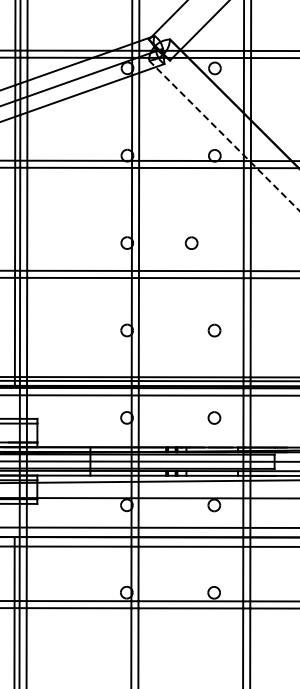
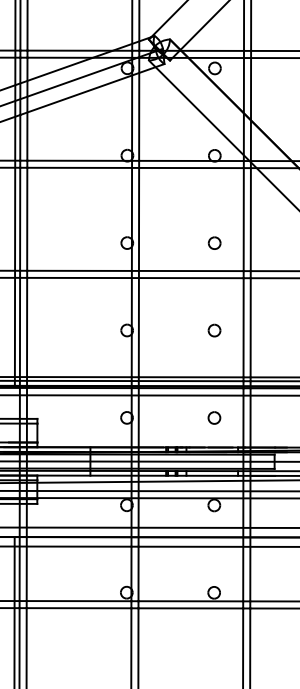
line at (224, 136): dashed -> solid
part at (191, 242) position: (191, 242) -> (214, 242)
line at (149, 490): none -> present
